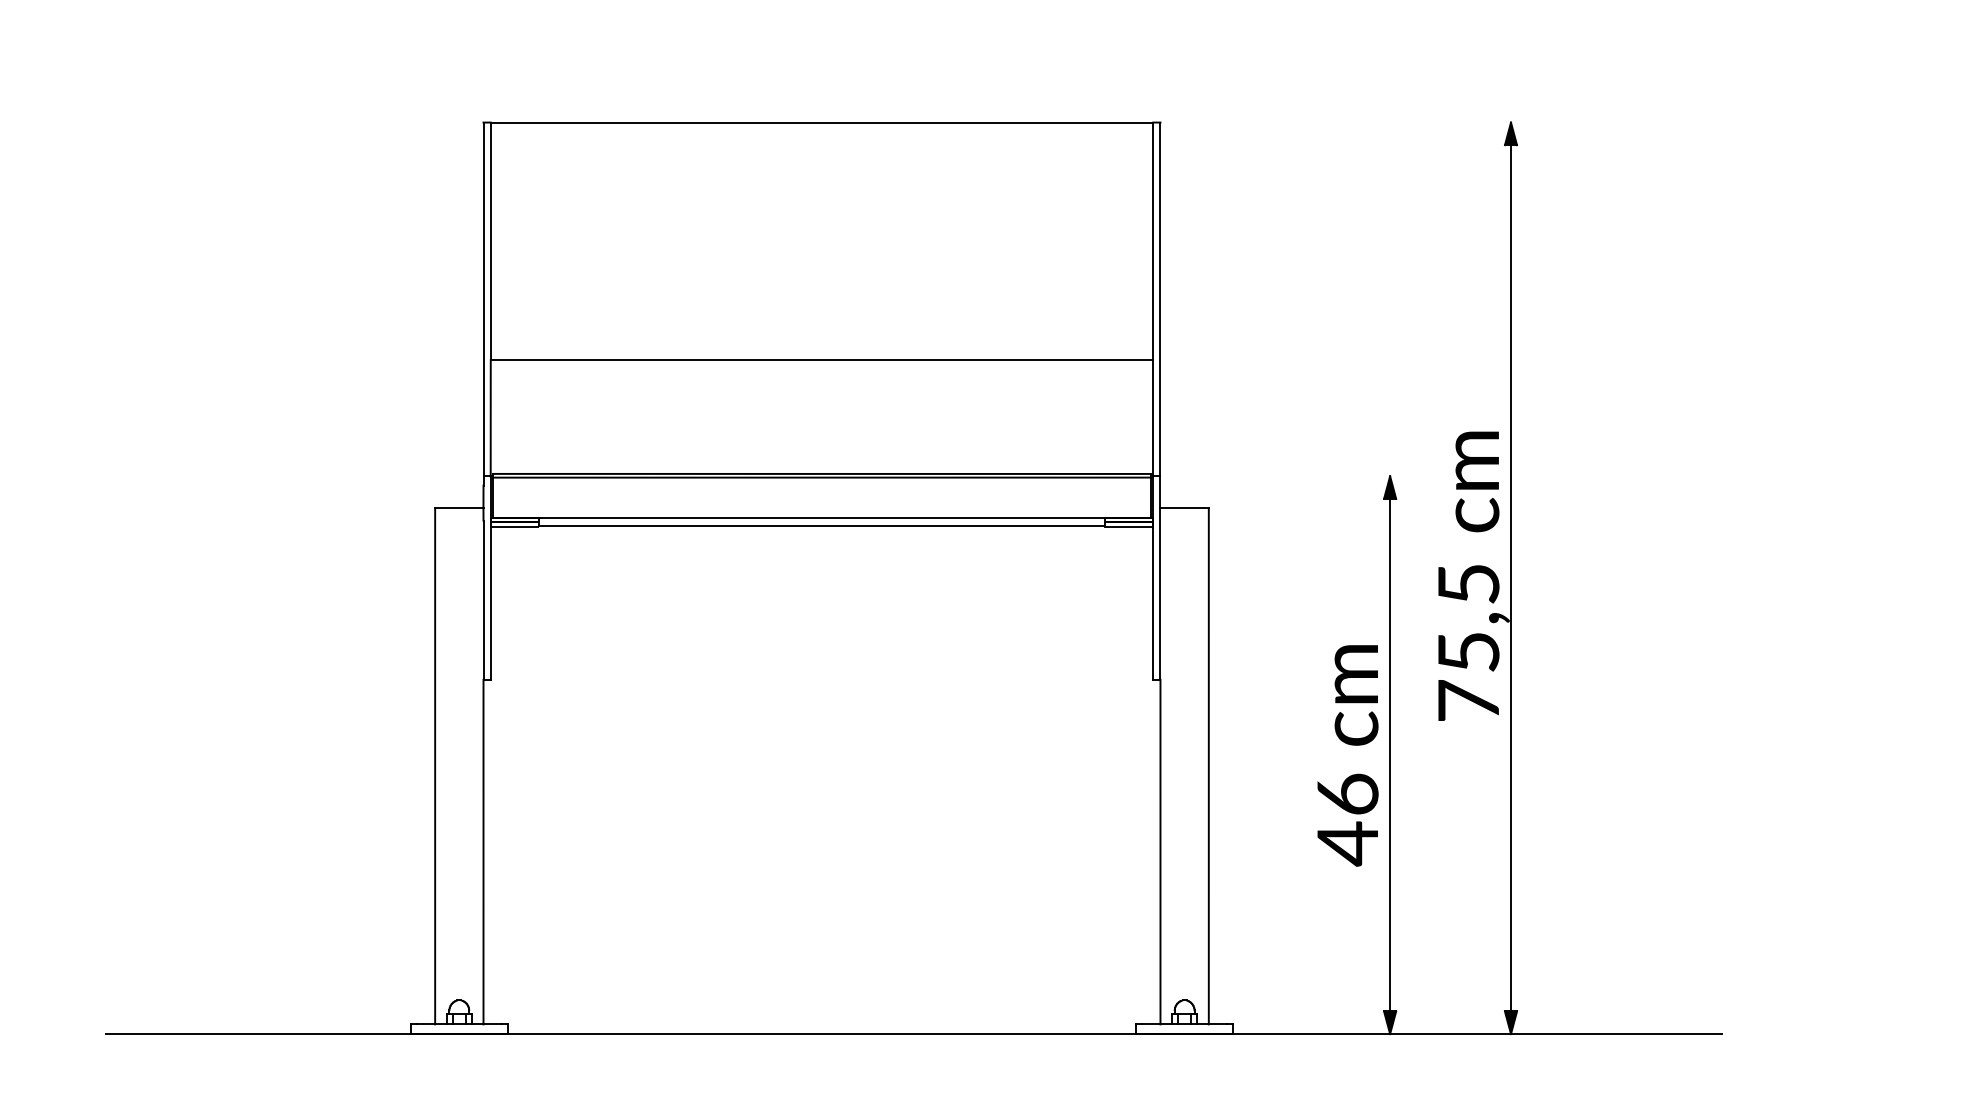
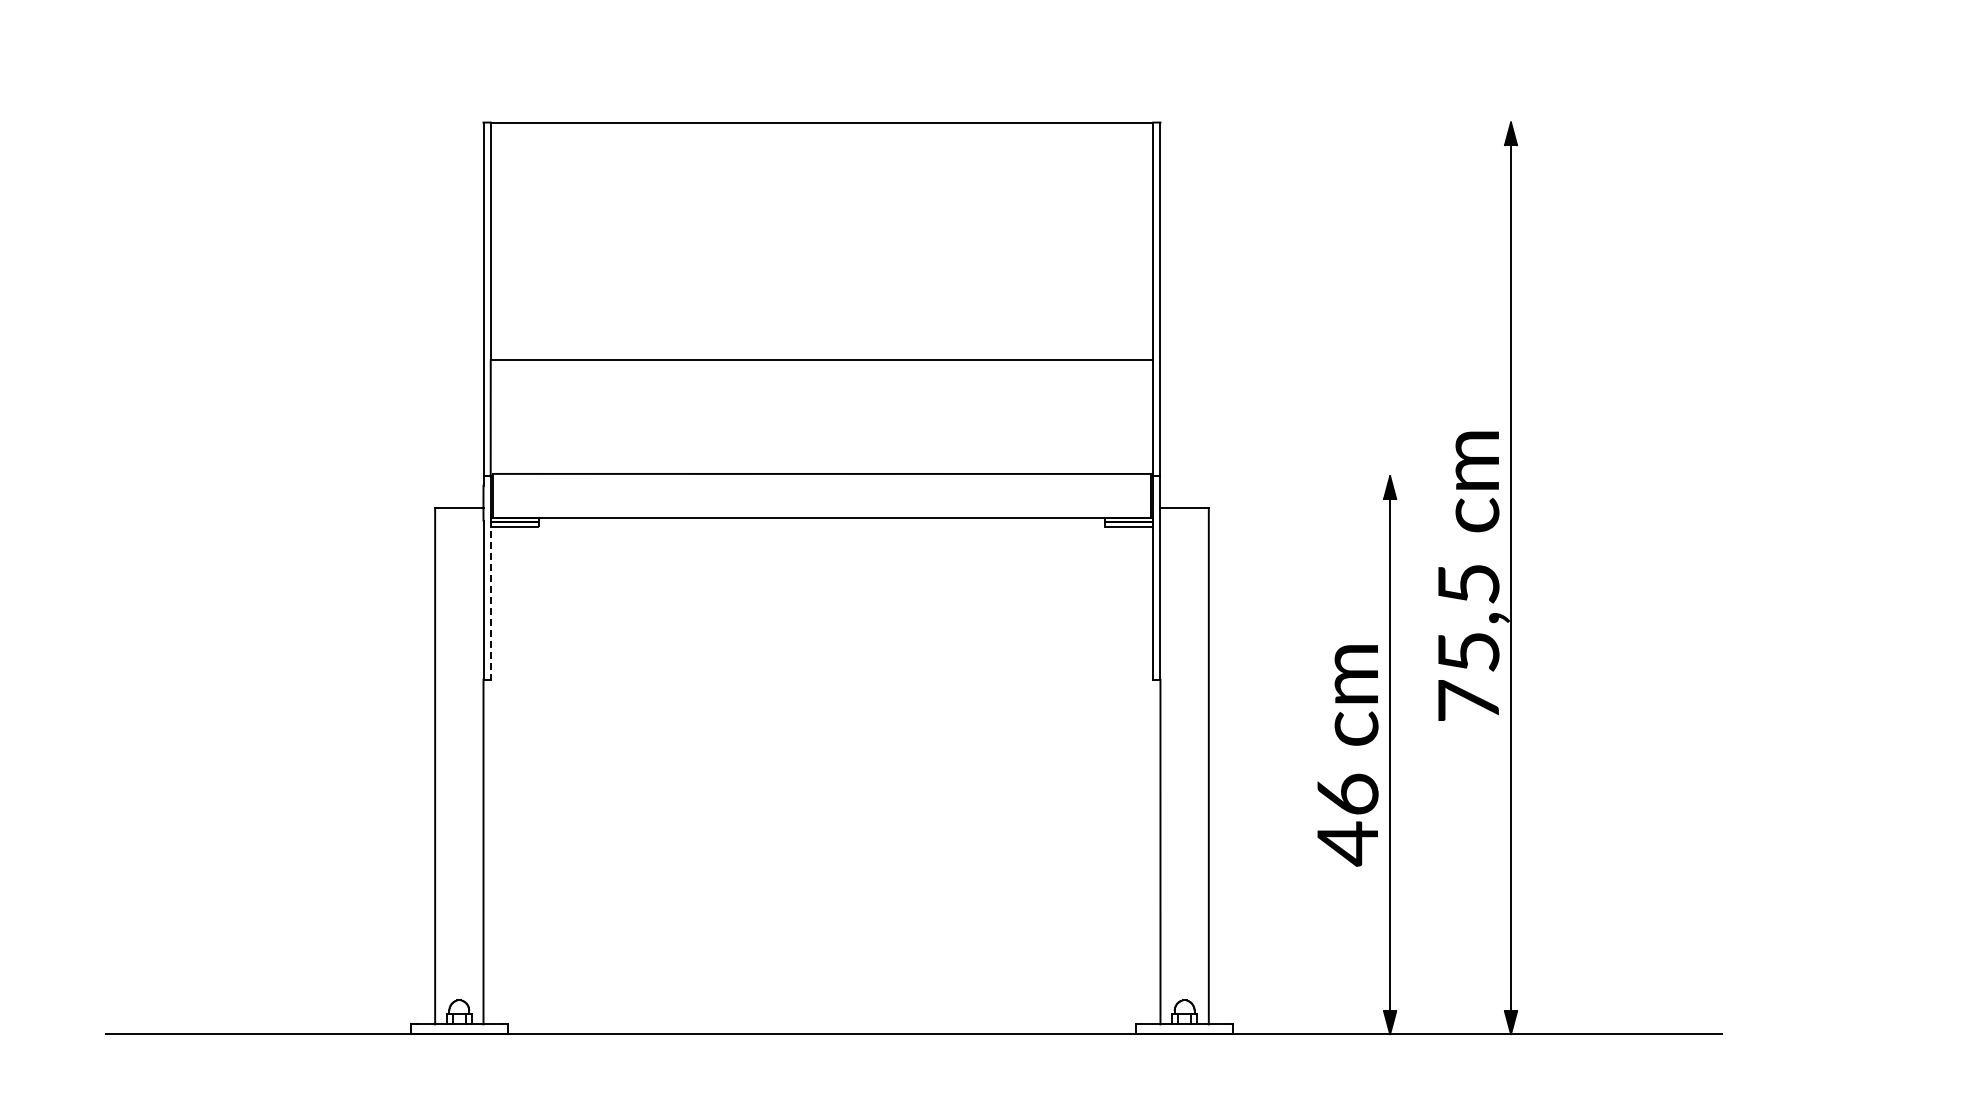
line at (821, 477): present -> none
line at (821, 526): present -> none
line at (490, 600): solid -> dashed
